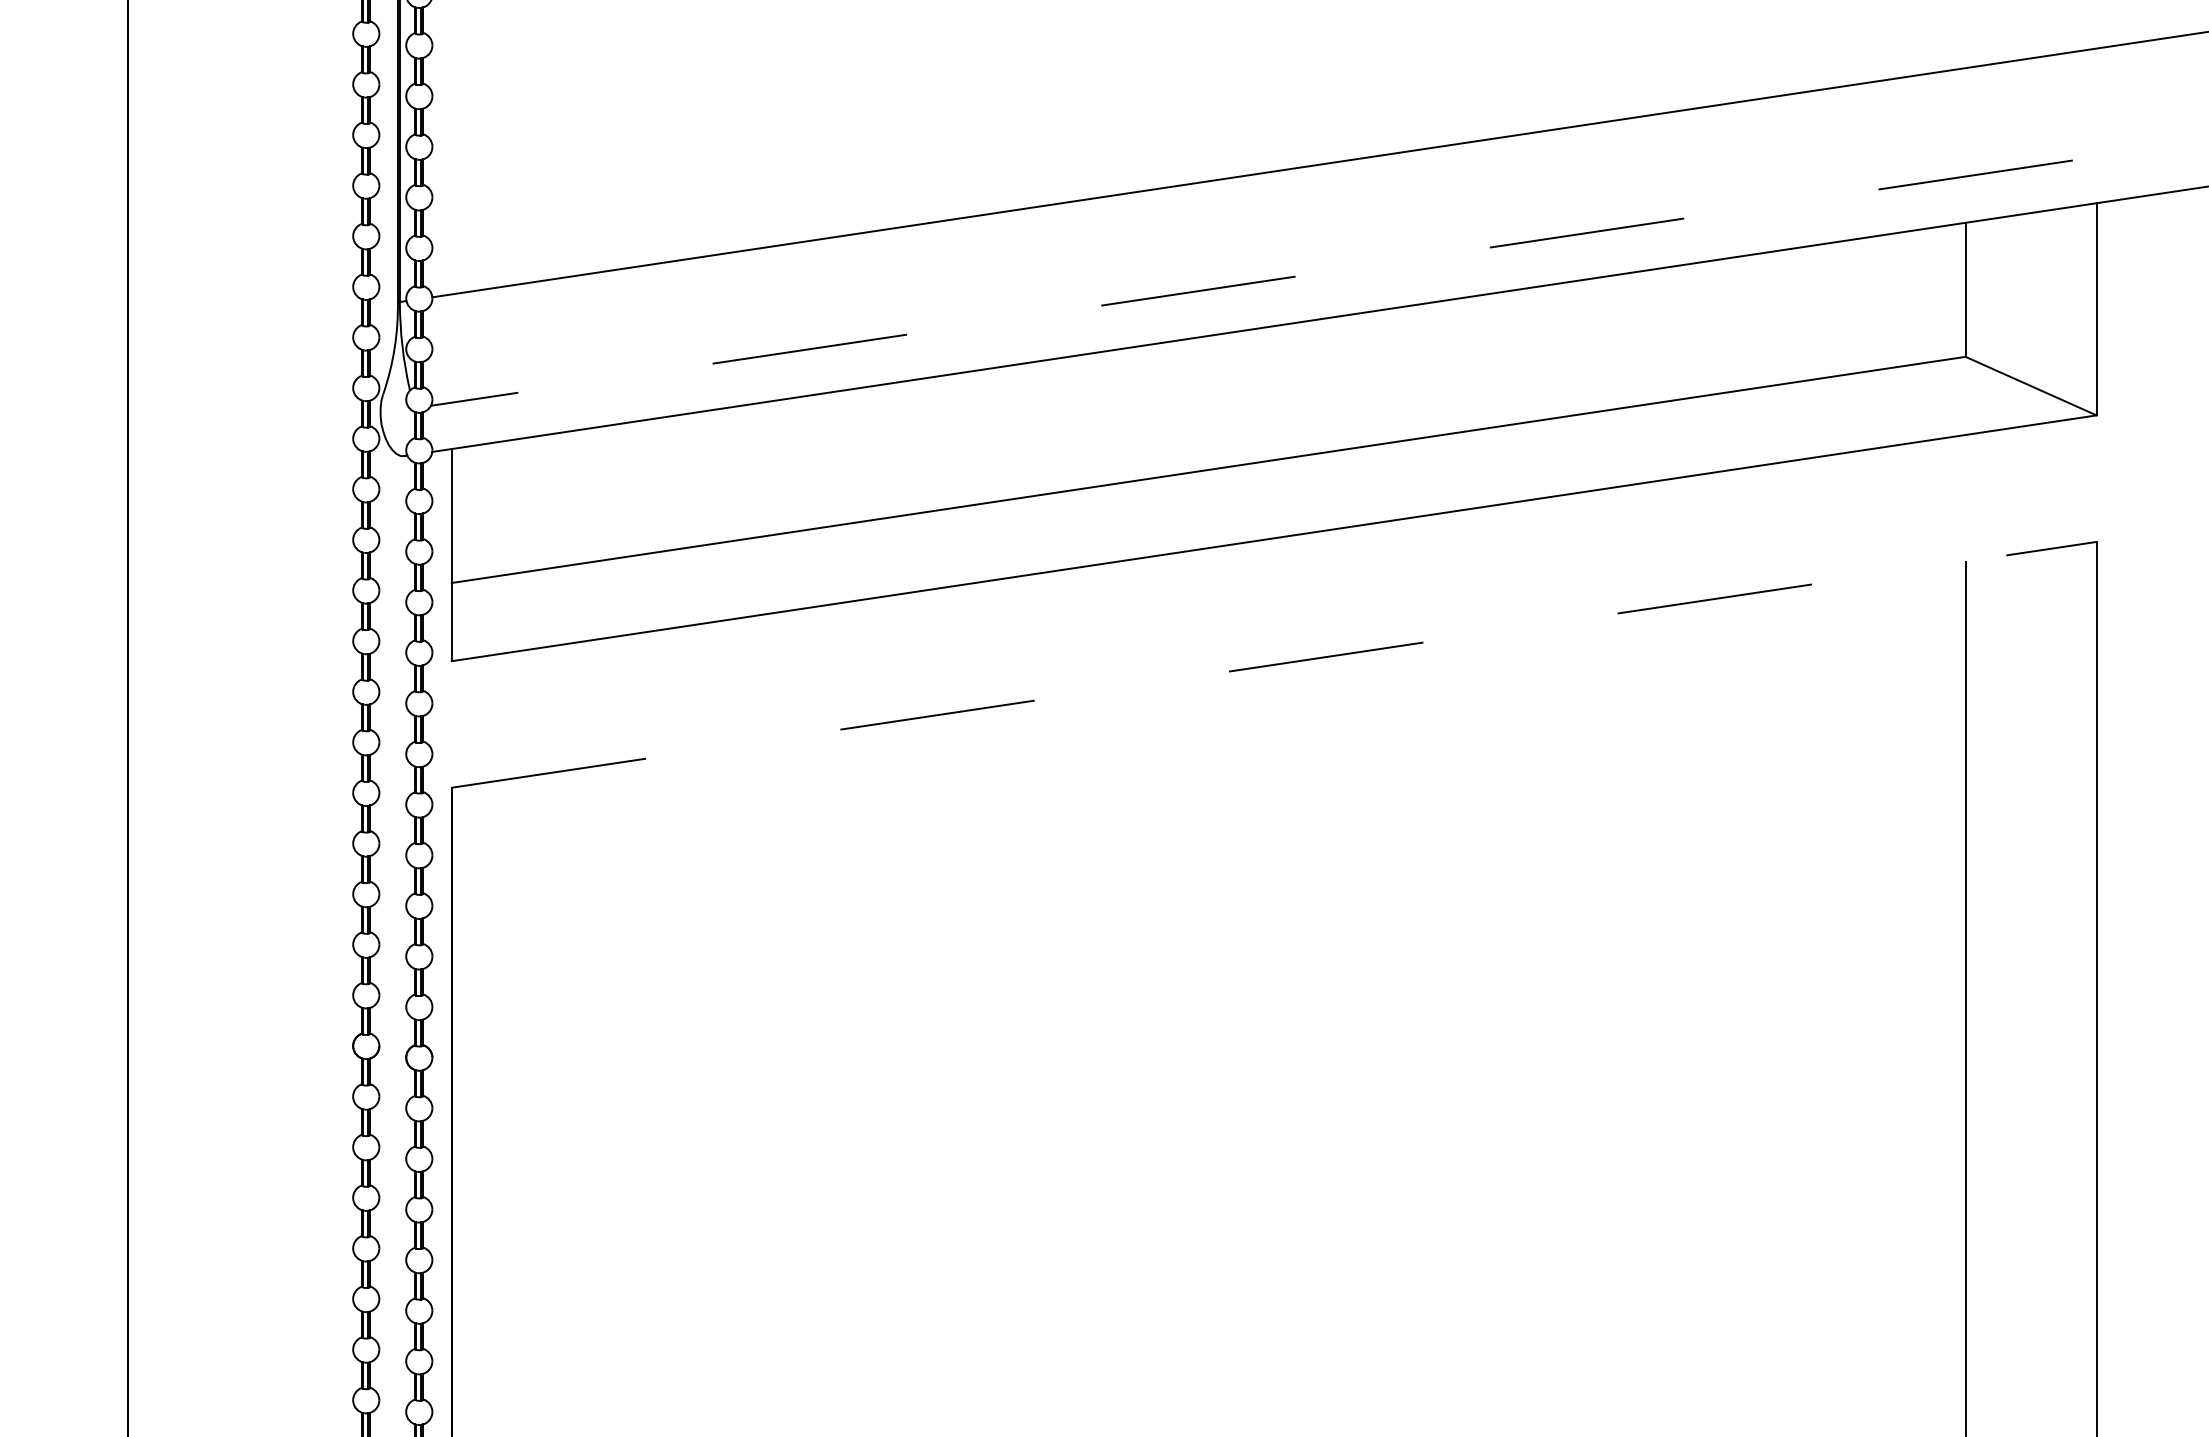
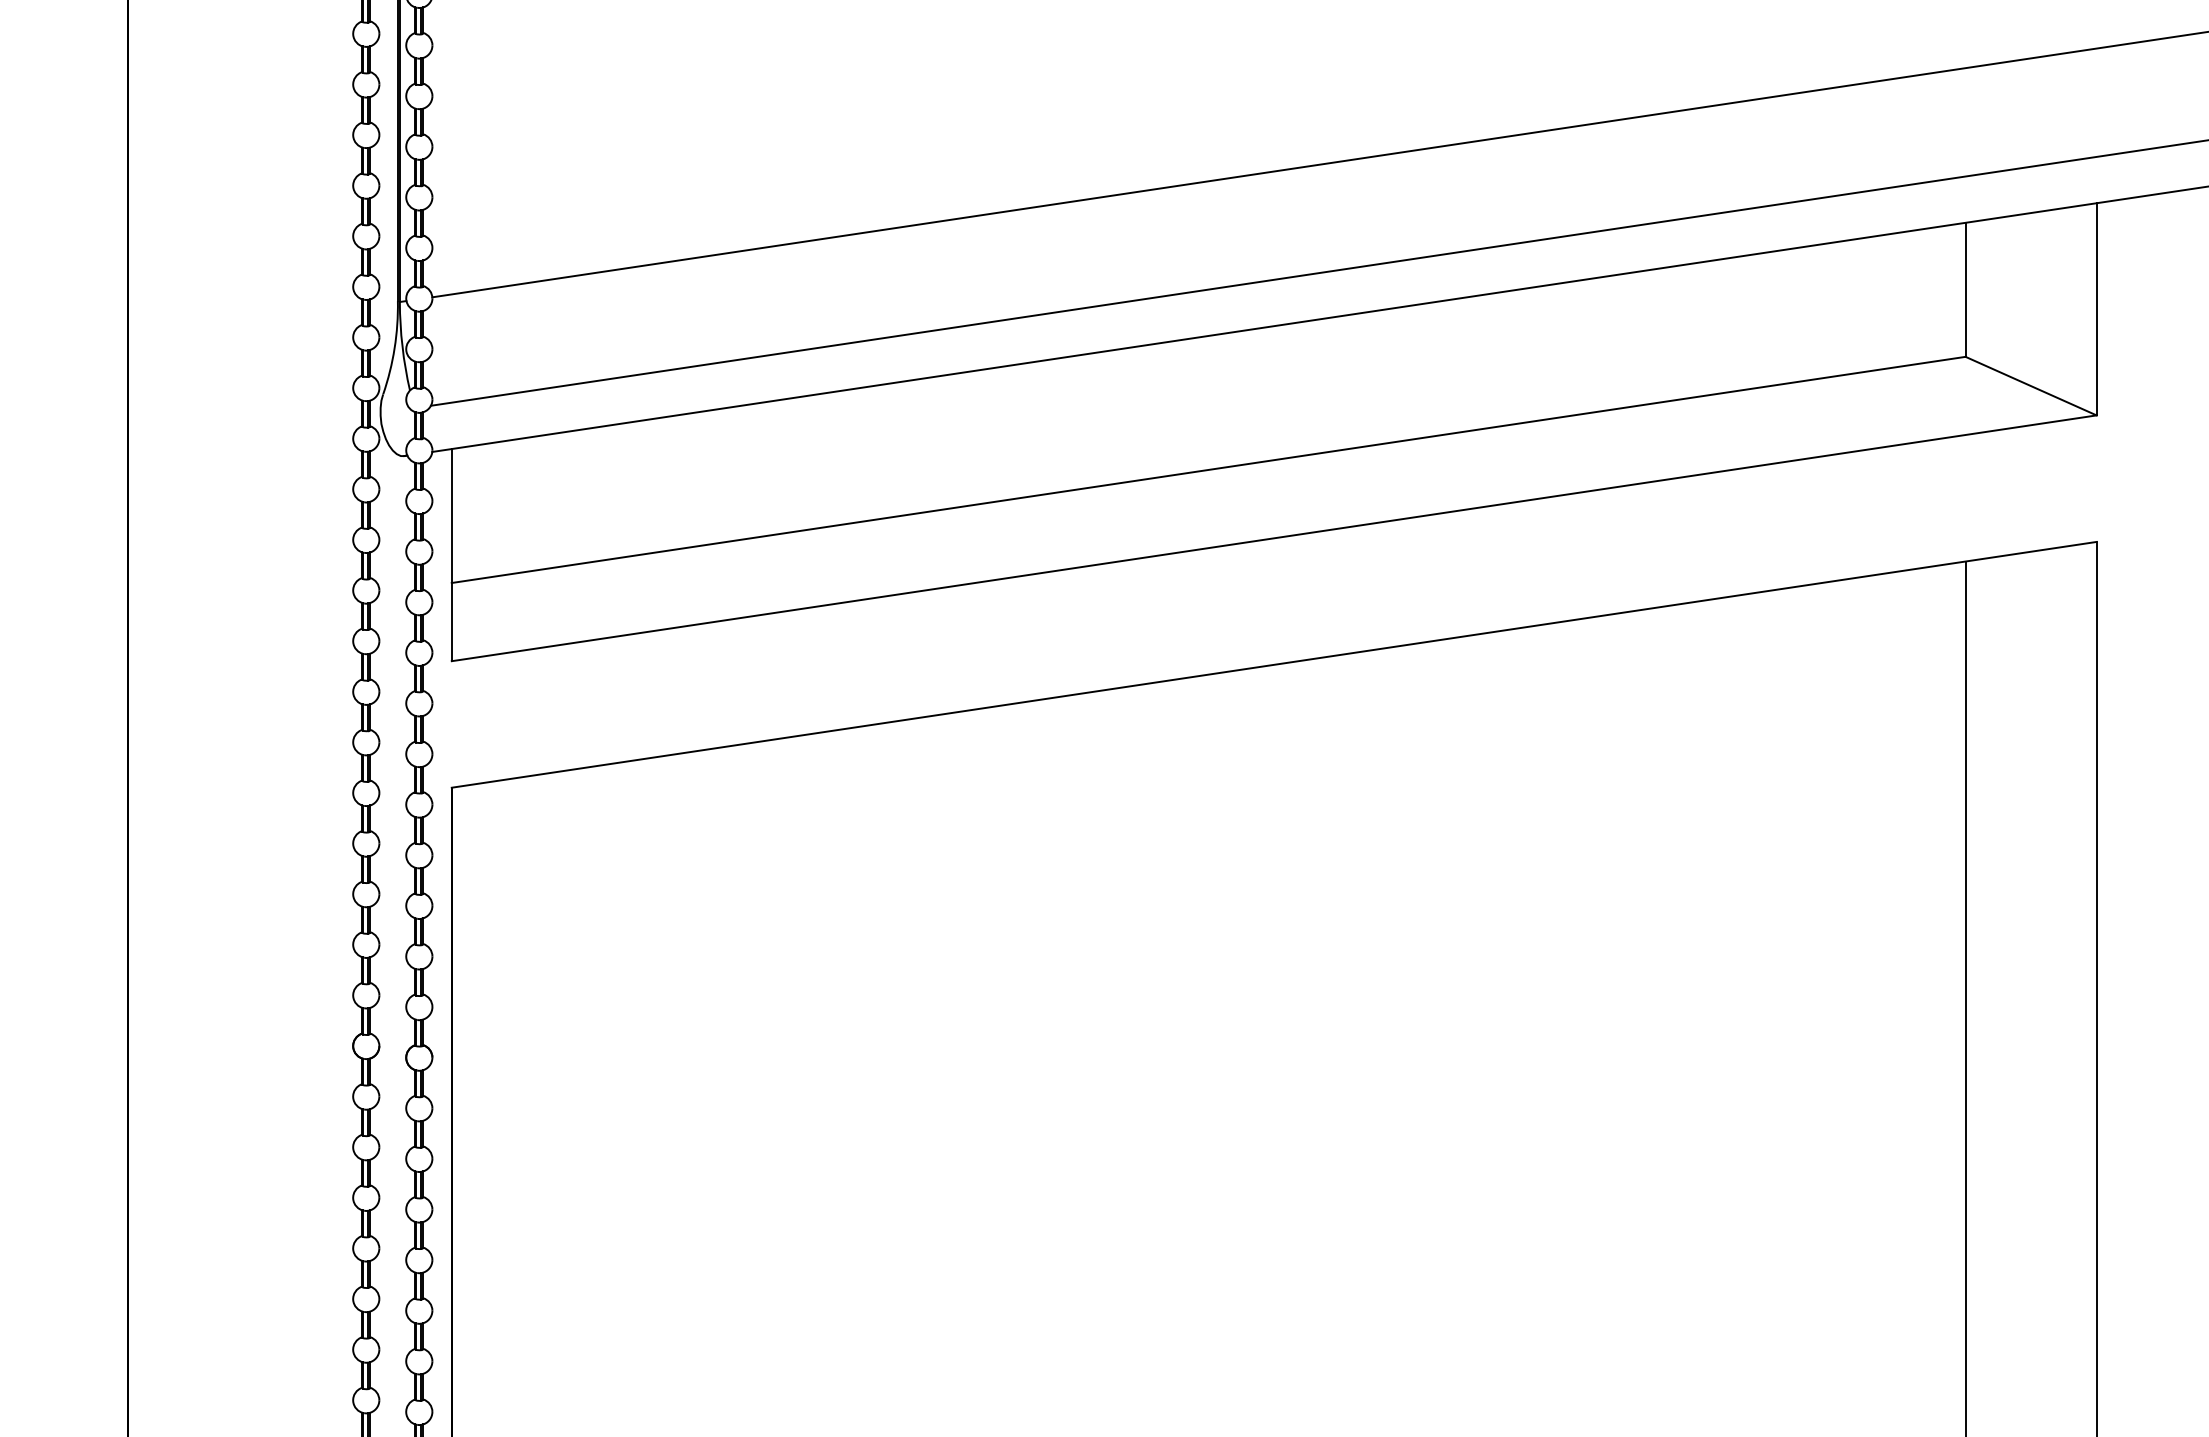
line at (1319, 273): dashed -> solid
line at (1274, 664): dashed -> solid
